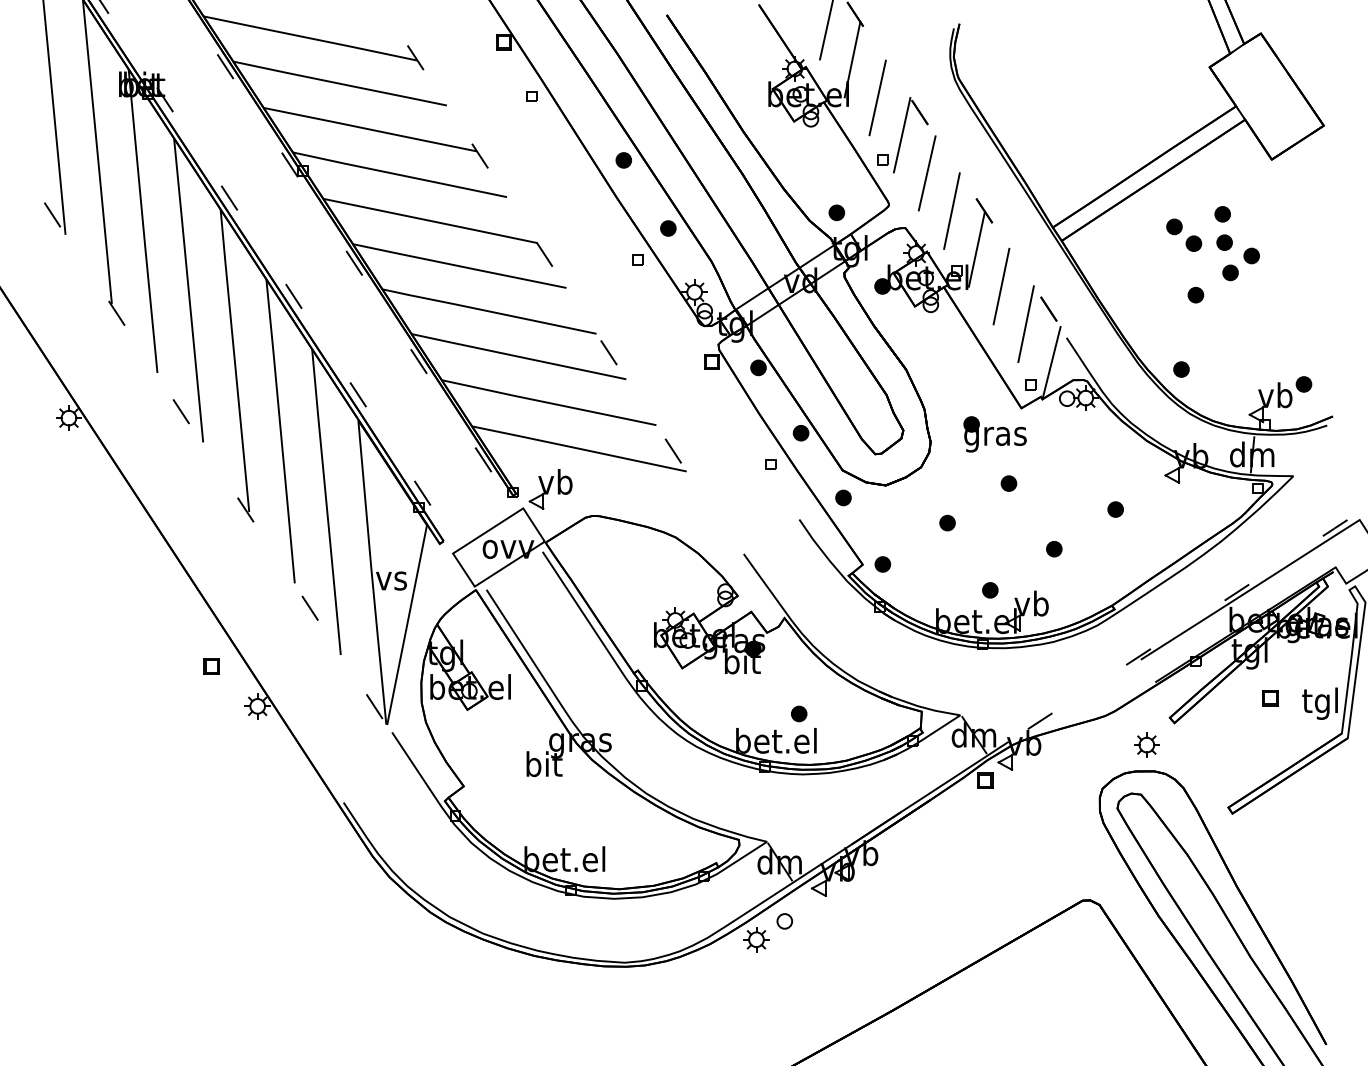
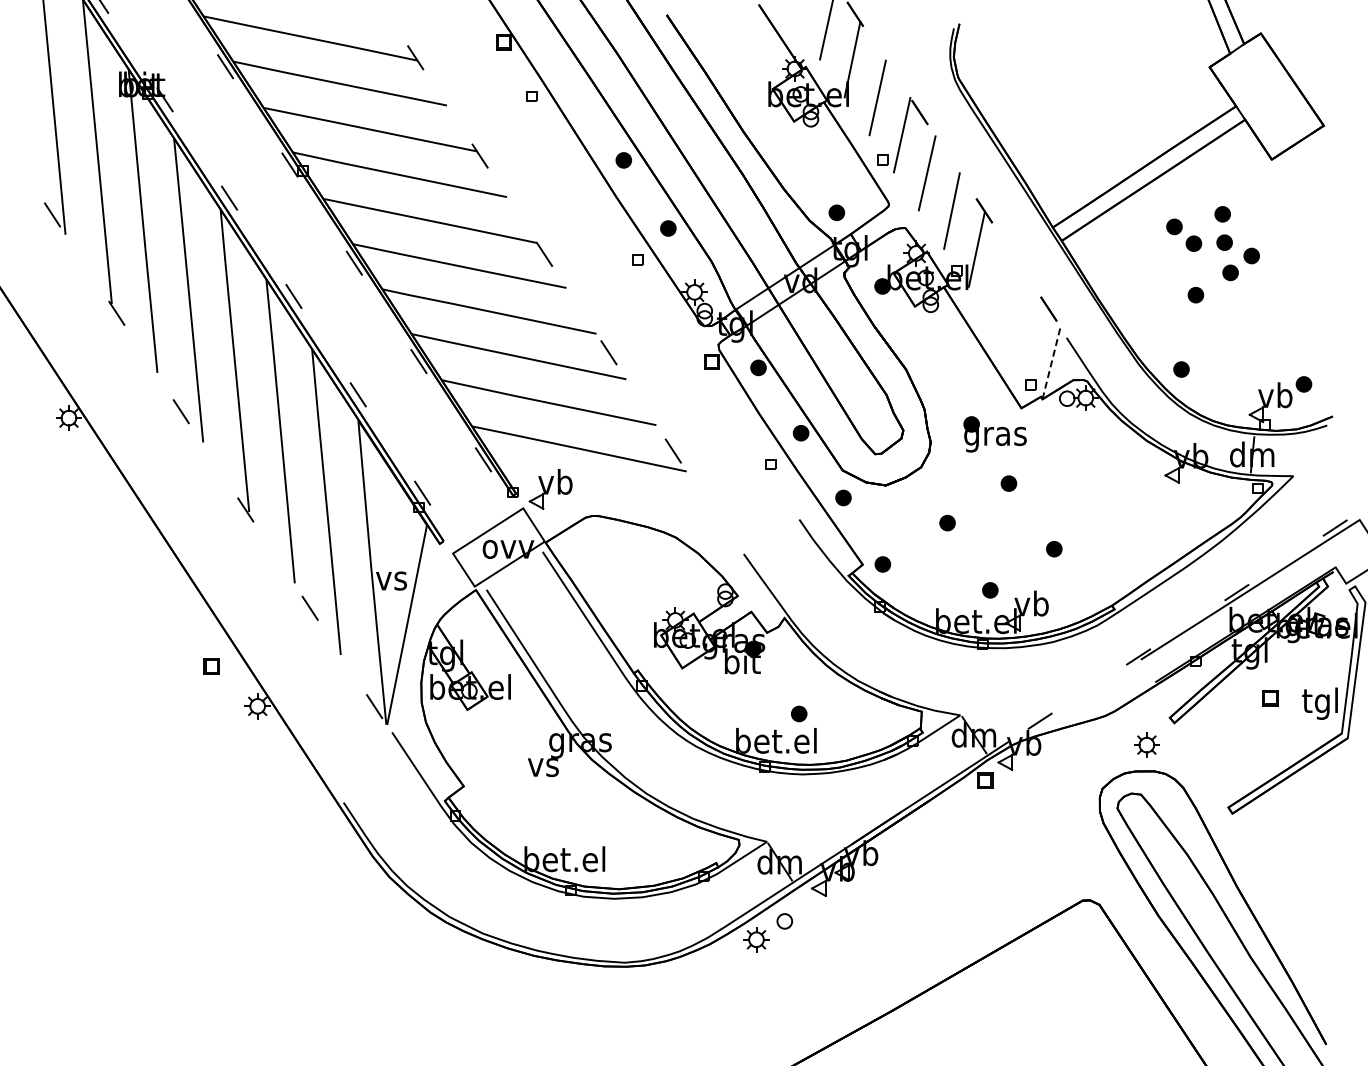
line at (1001, 286): present -> none
line at (1025, 324): present -> none
line at (1051, 362): solid -> dashed
part at (1115, 509): present -> none
text at (544, 764): bit -> vs
